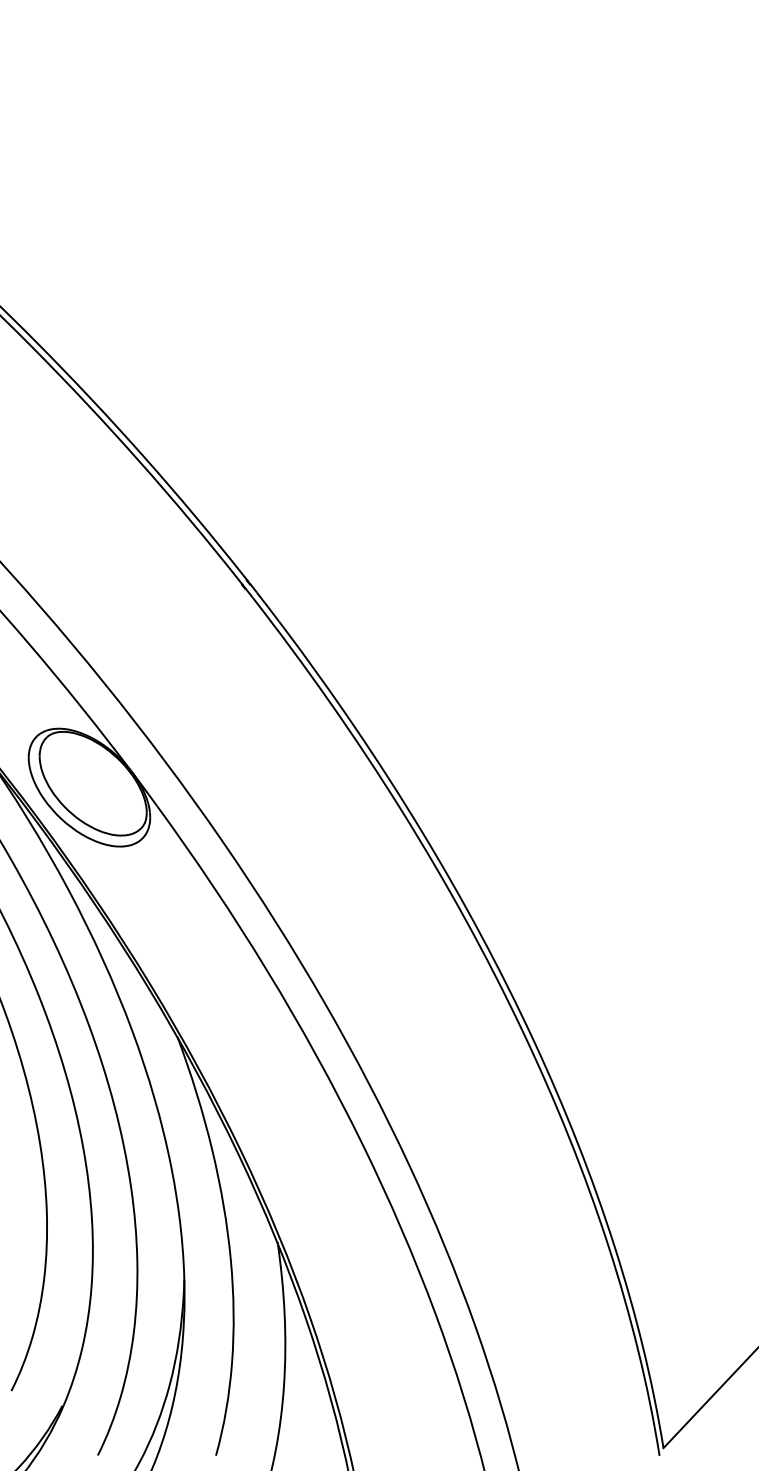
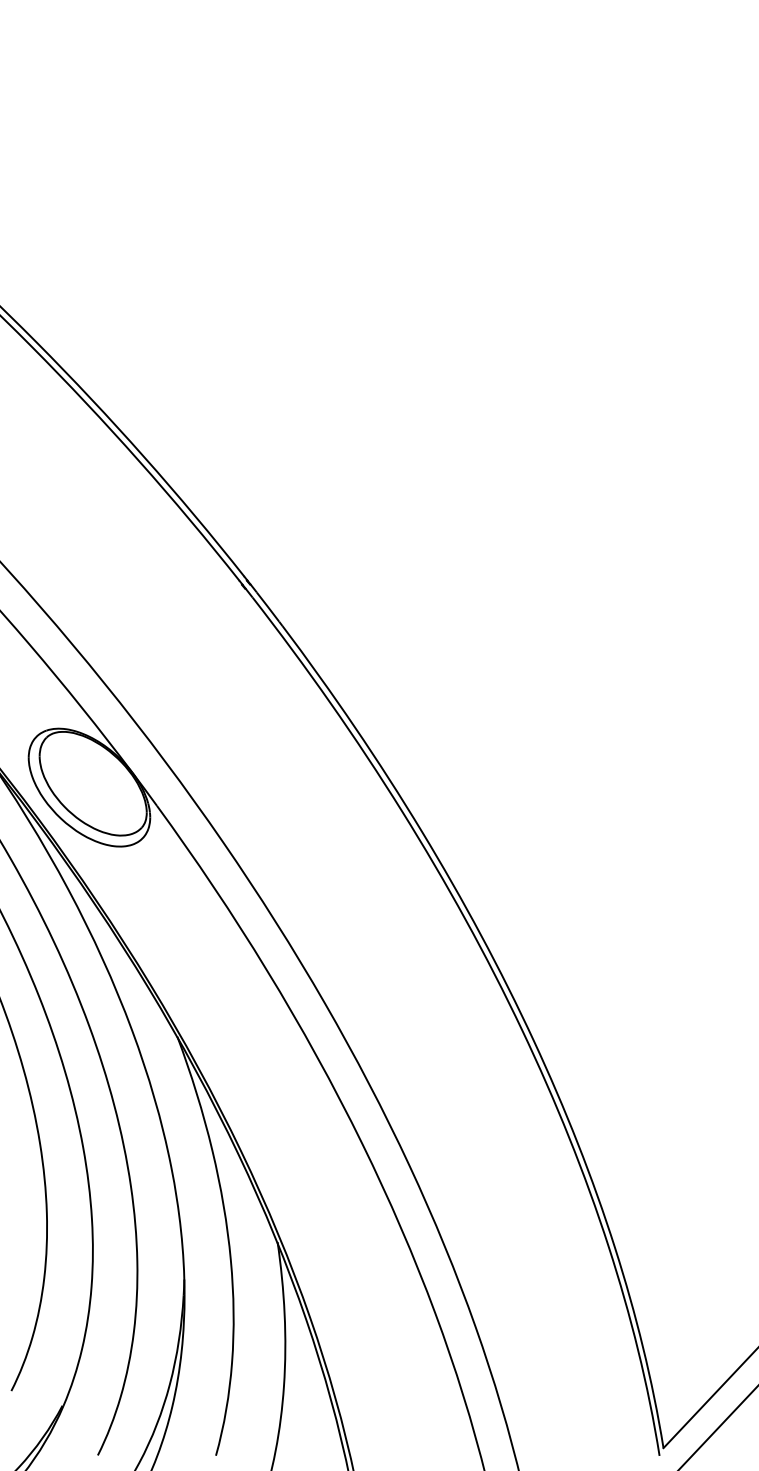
line at (718, 1427): none -> present
